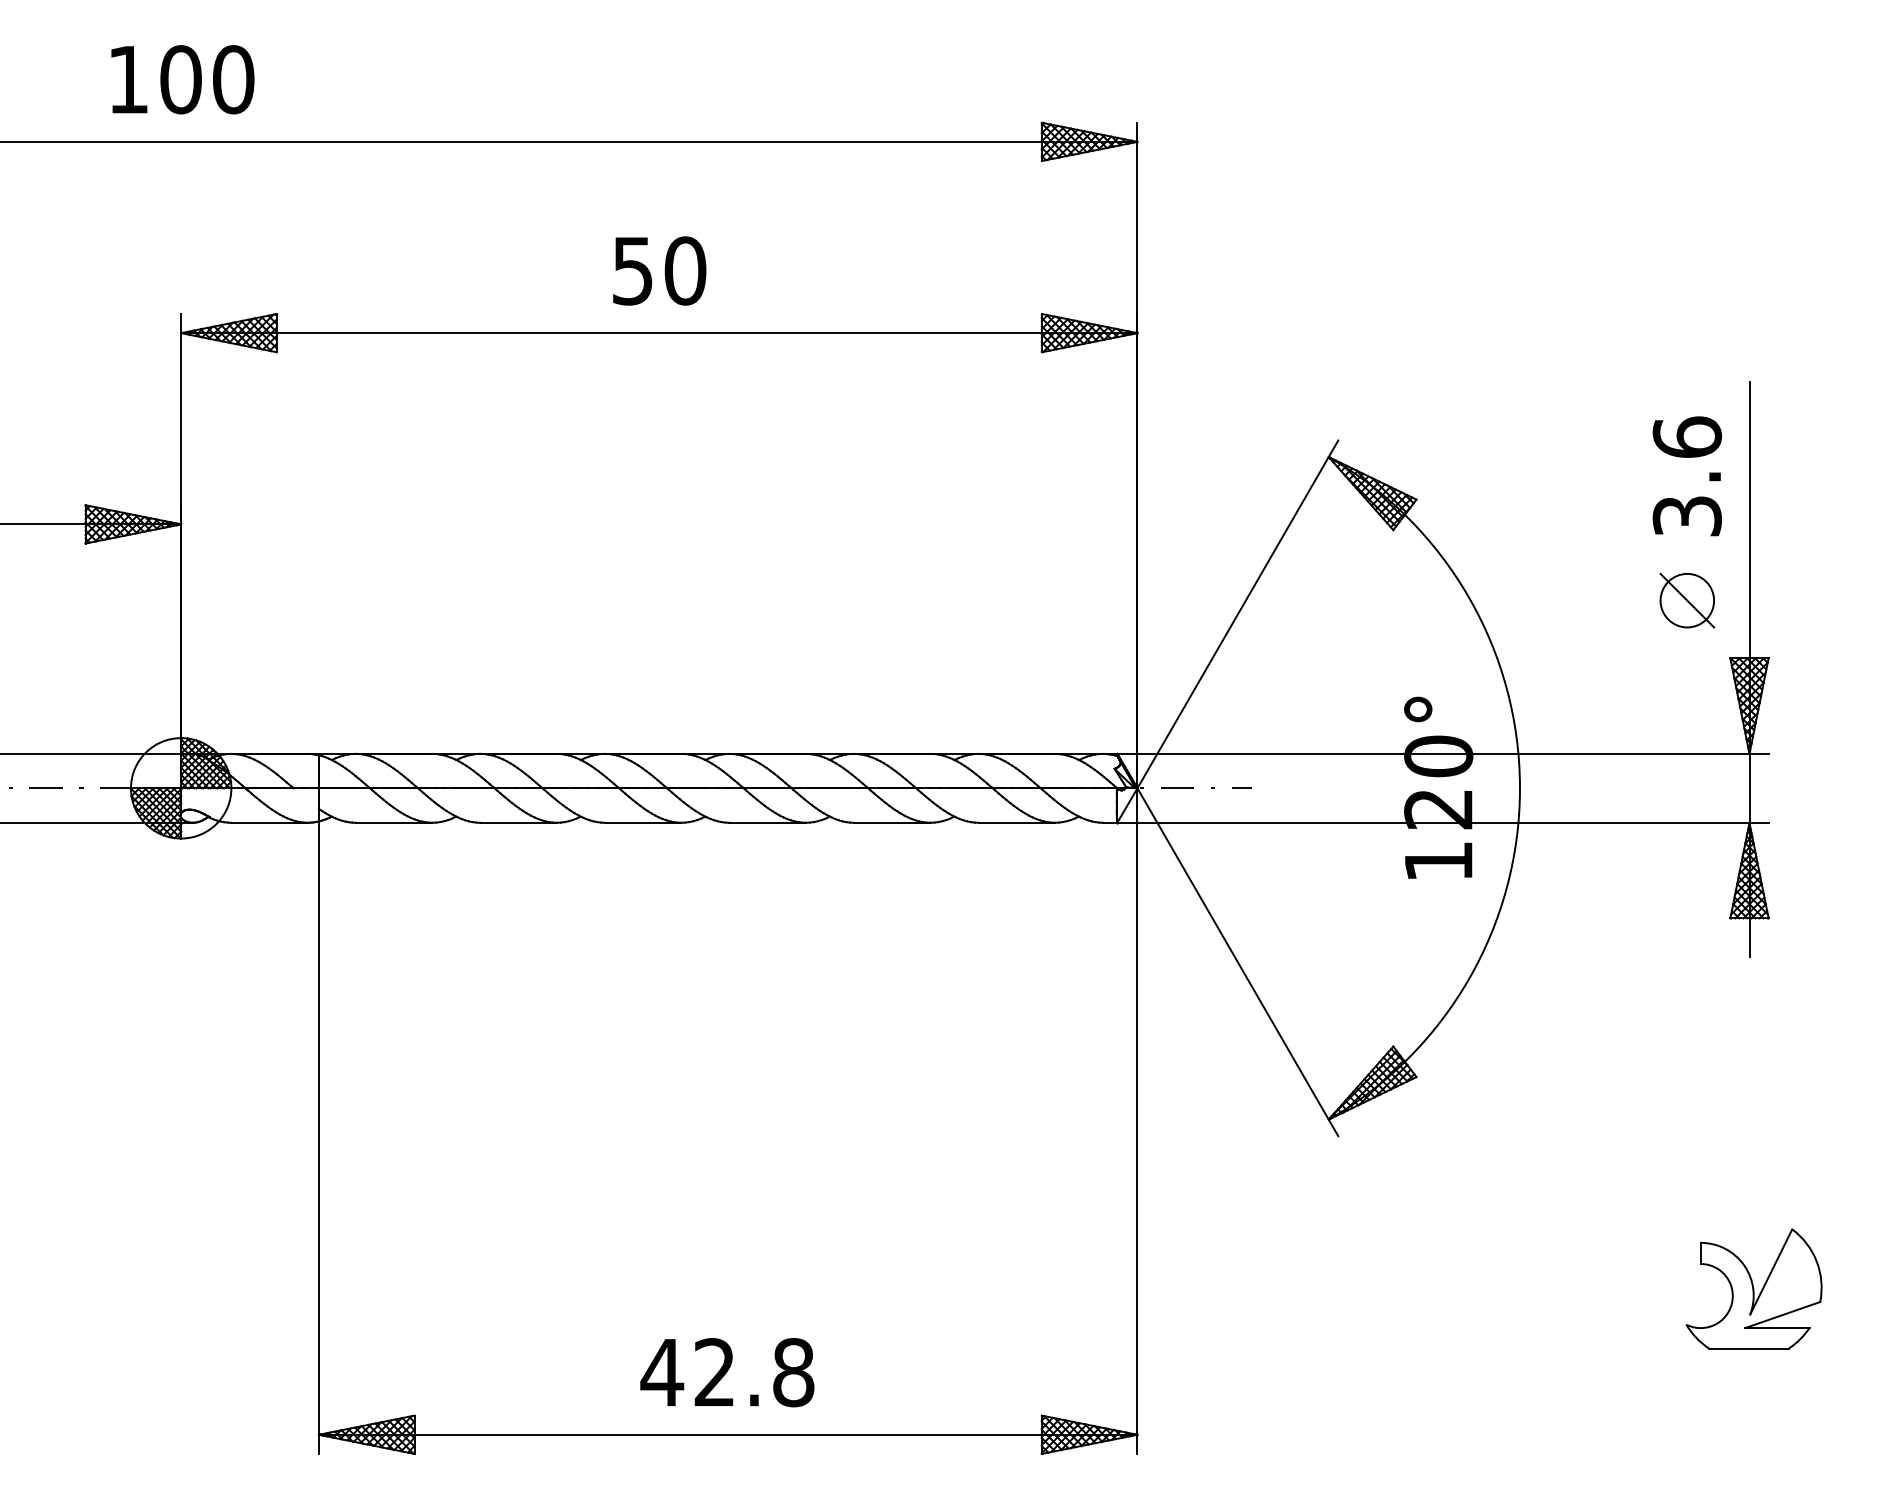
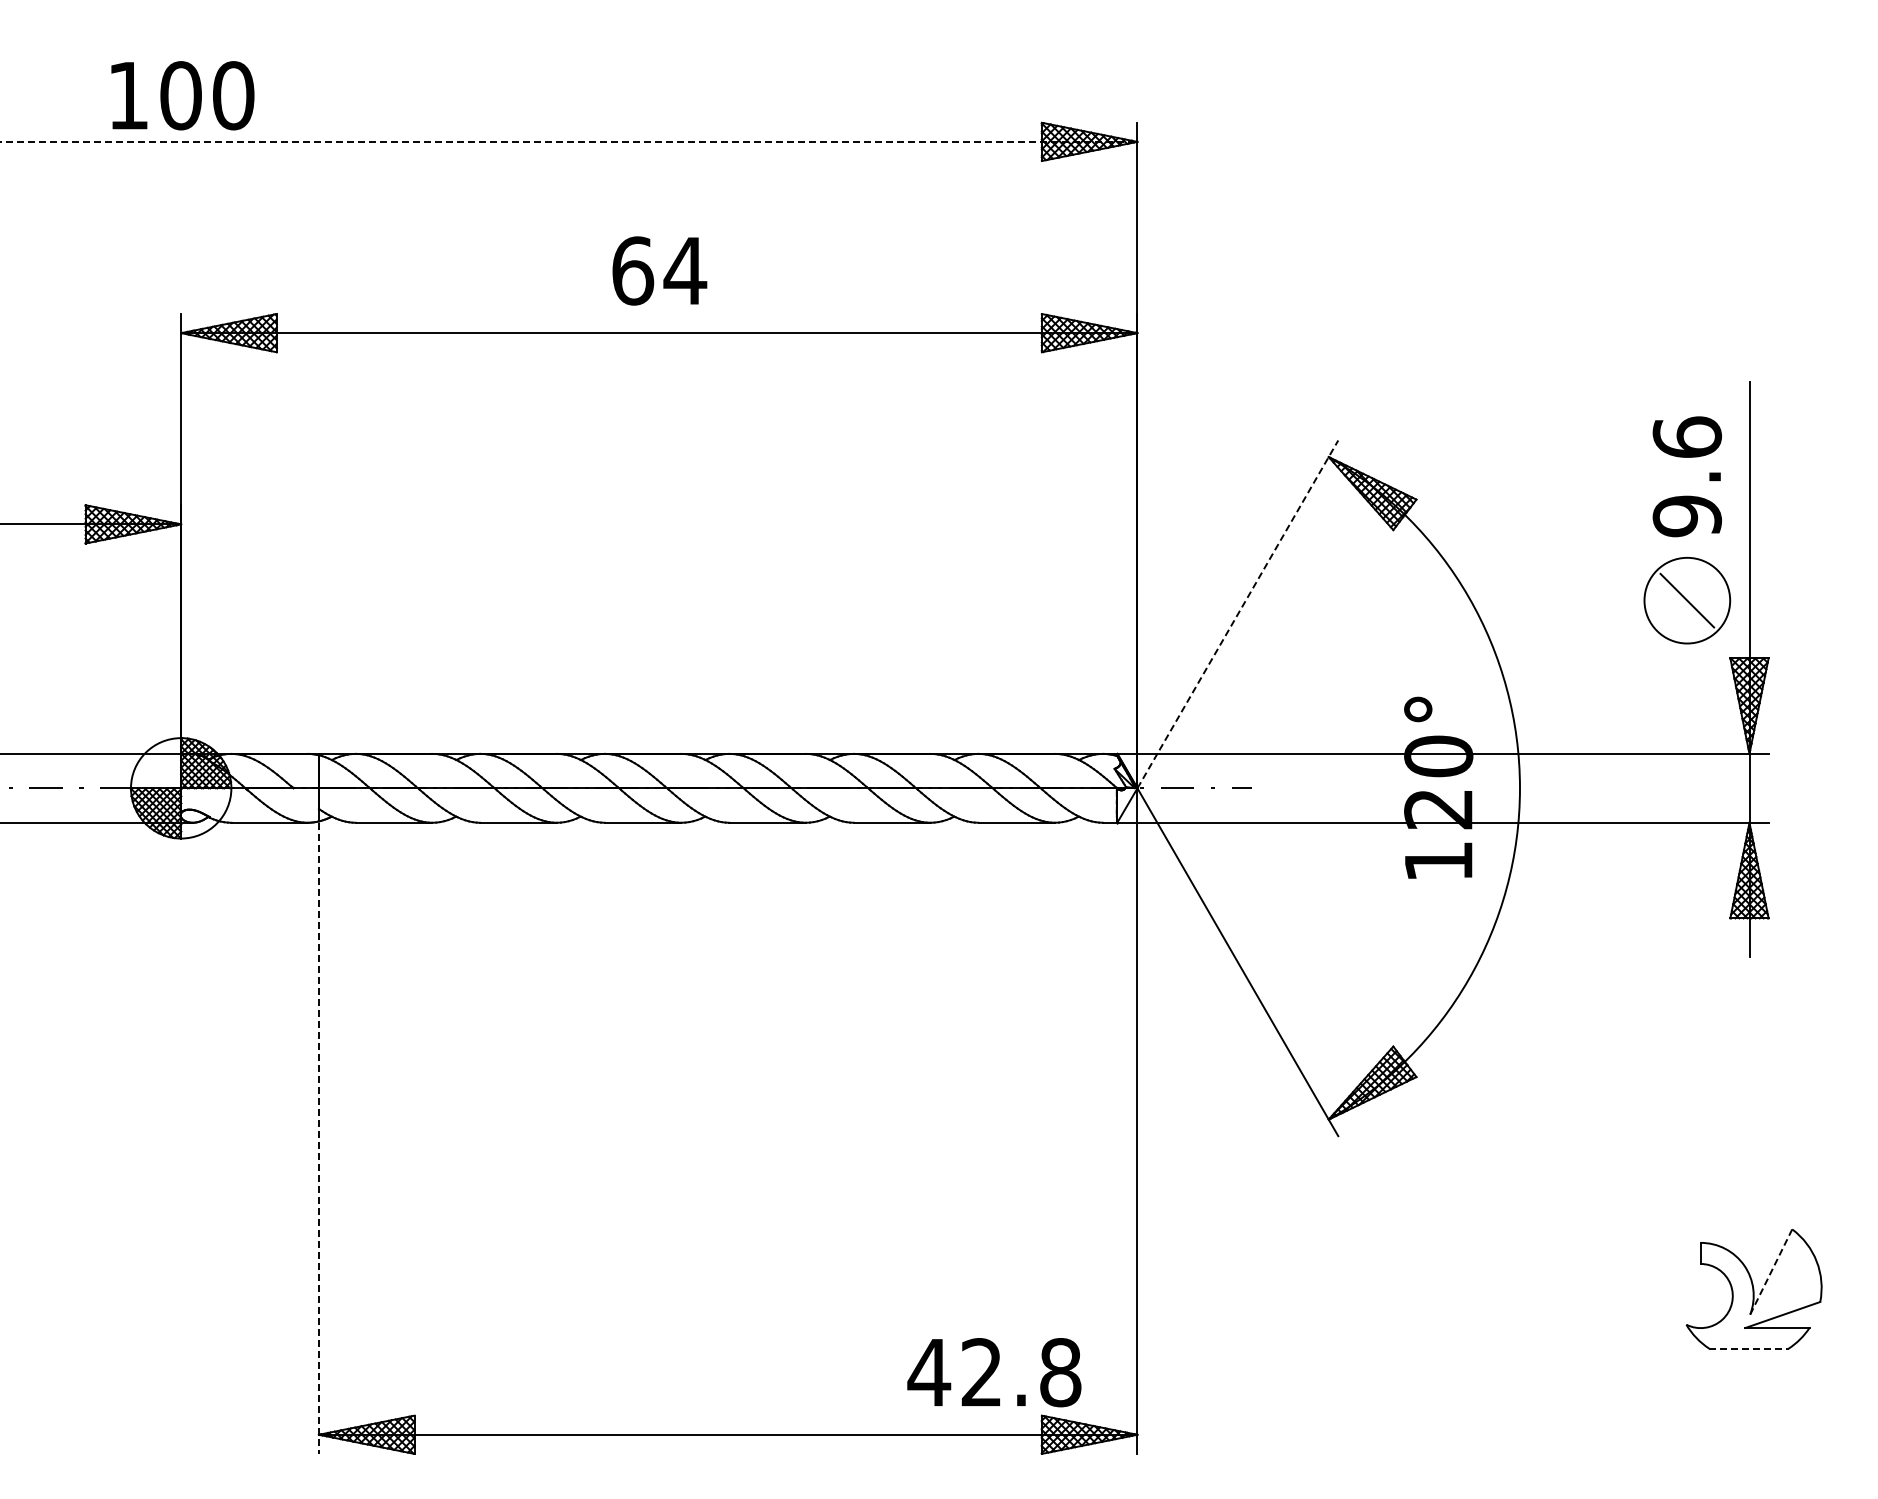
text at (182, 79) position: (182, 79) -> (182, 95)
line at (569, 141): solid -> dashed
text at (659, 270): 50 -> 64
text at (1686, 516): 3.6 -> 9.6
circle at (1687, 600) diameter: 54 px -> 86 px
line at (1237, 614): solid -> dashed
line at (318, 1138): solid -> dashed
line at (1771, 1272): solid -> dashed
line at (1748, 1348): solid -> dashed
text at (727, 1372) position: (727, 1372) -> (994, 1372)
